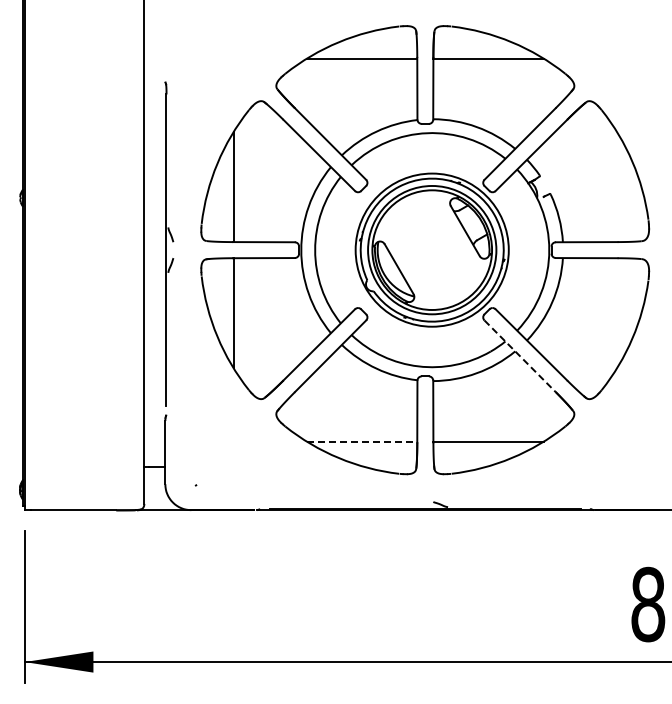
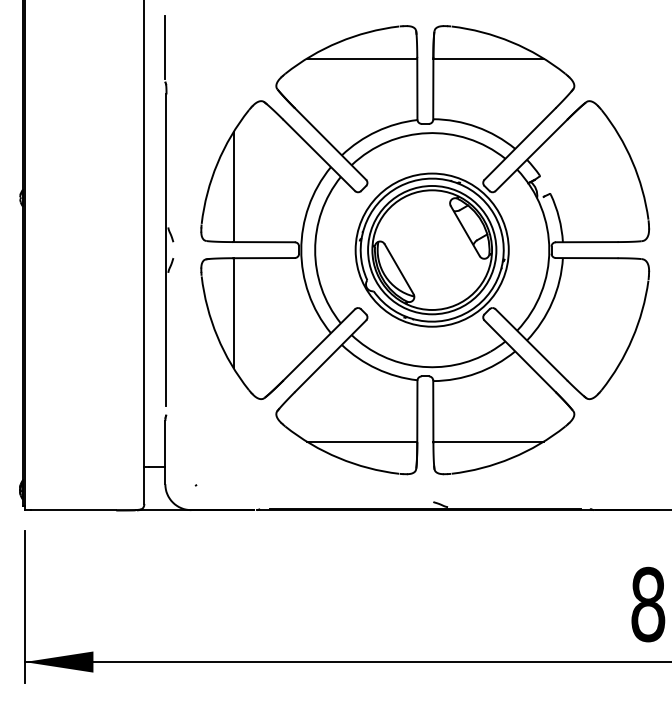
line at (165, 47): none -> present
line at (520, 356): dashed -> solid
line at (362, 441): dashed -> solid
